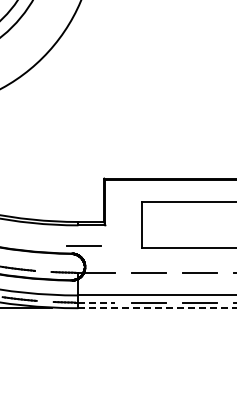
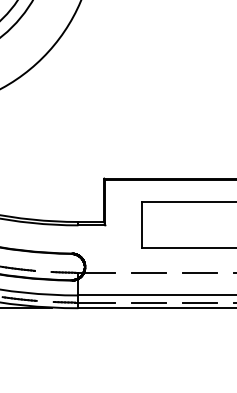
line at (83, 245): present -> none
line at (97, 302): dashed -> solid
line at (157, 308): dashed -> solid
